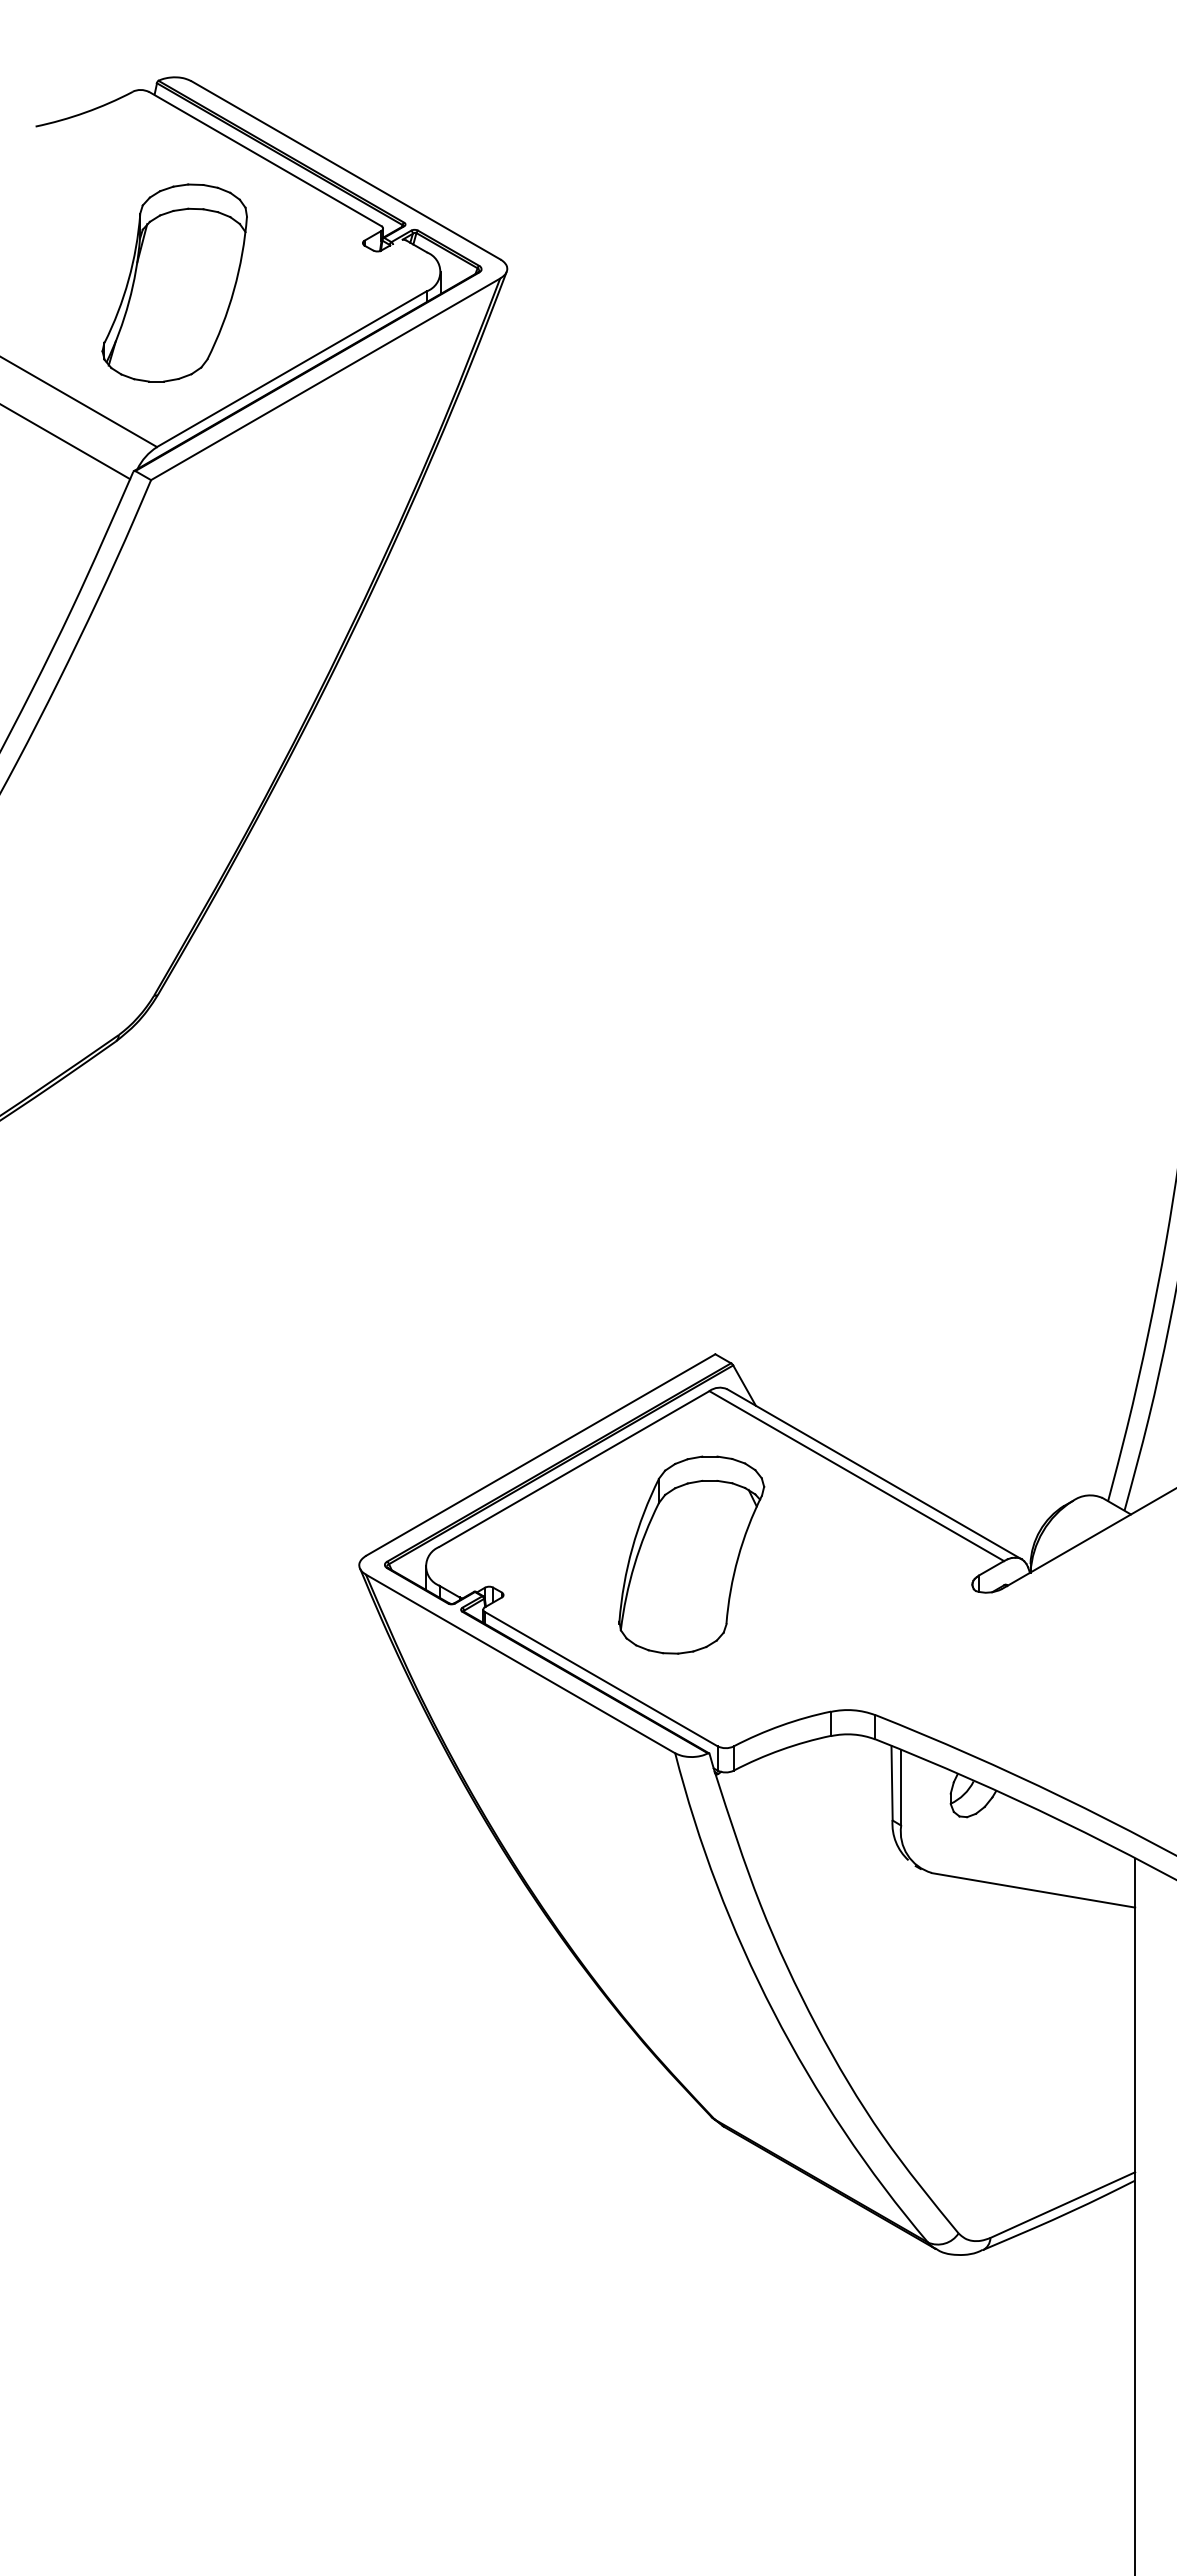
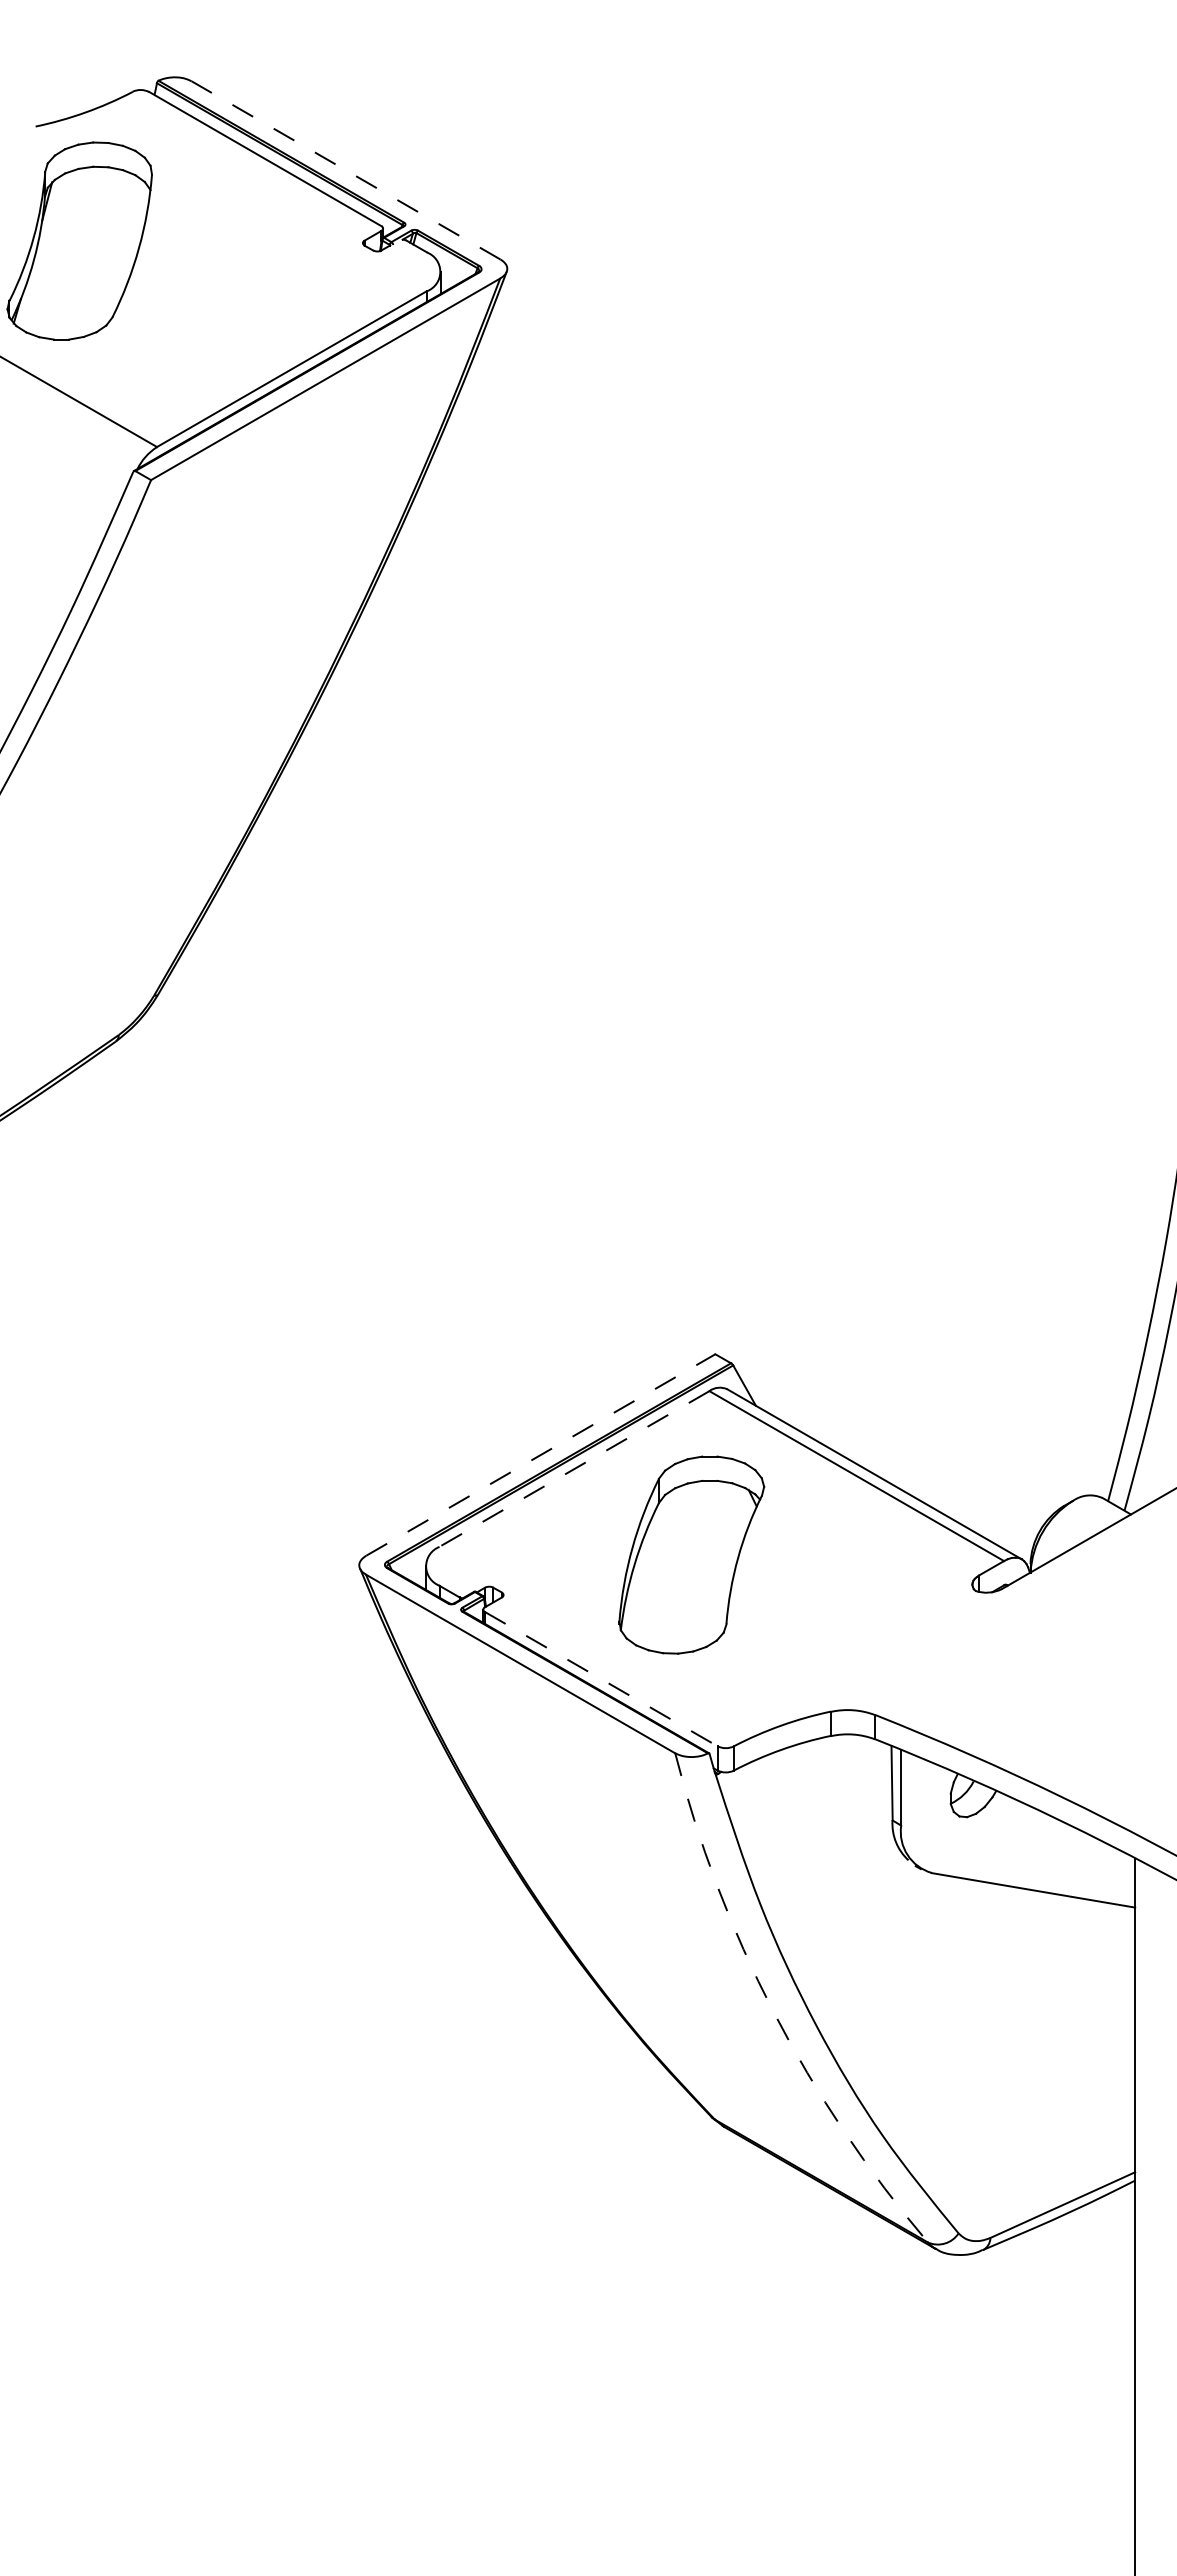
line at (345, 170): solid -> dashed
part at (174, 282) position: (174, 282) -> (79, 240)
line at (66, 442): present -> none
line at (541, 1454): solid -> dashed
line at (574, 1468): solid -> dashed
line at (601, 1679): solid -> dashed
arc at (773, 2012): solid -> dashed
